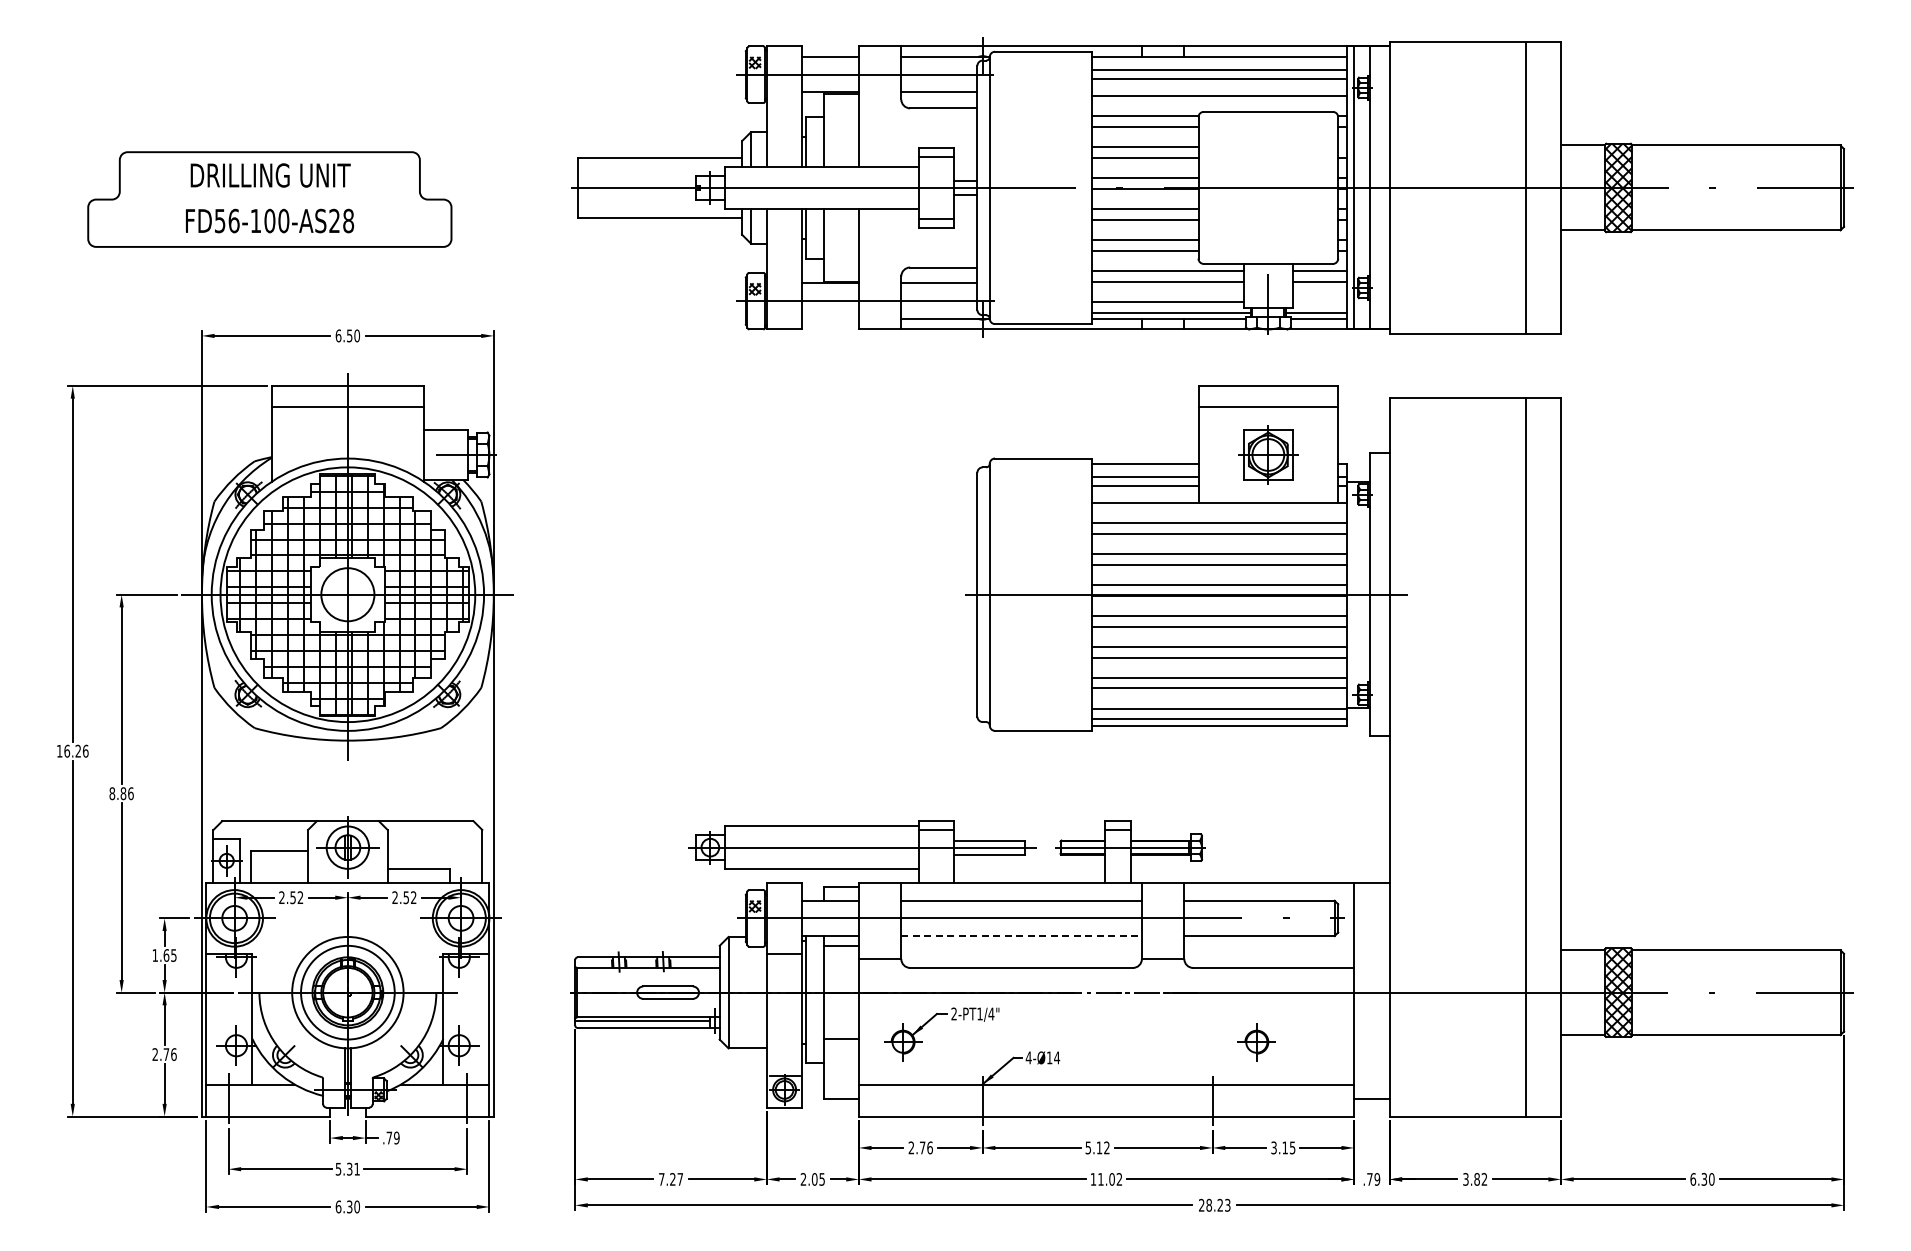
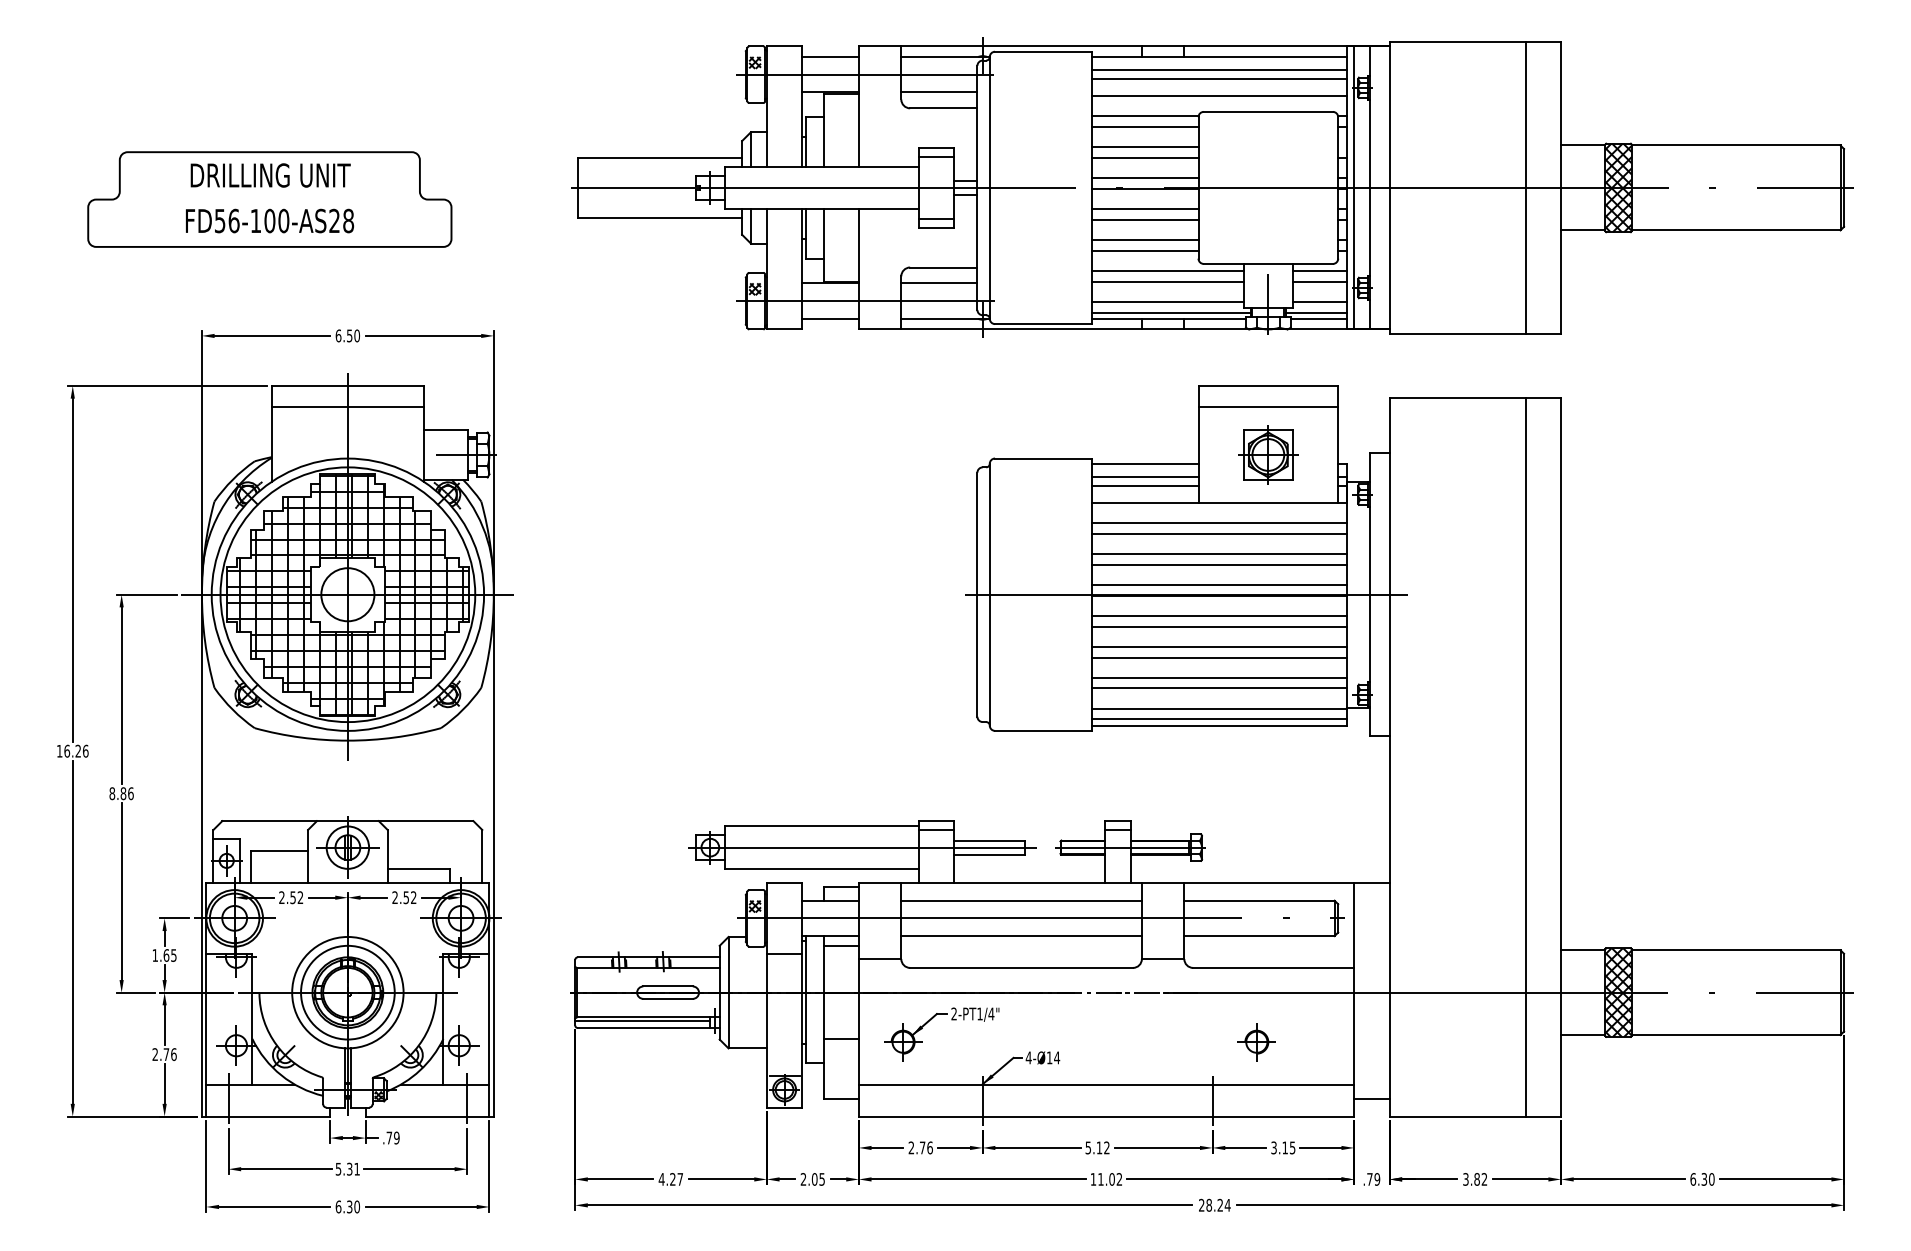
line at (1320, 302): none -> present
line at (830, 318): none -> present
line at (1022, 936): dashed -> solid
text at (661, 1179): 7.27 -> 4.27
text at (1227, 1204): 28.23 -> 28.24
